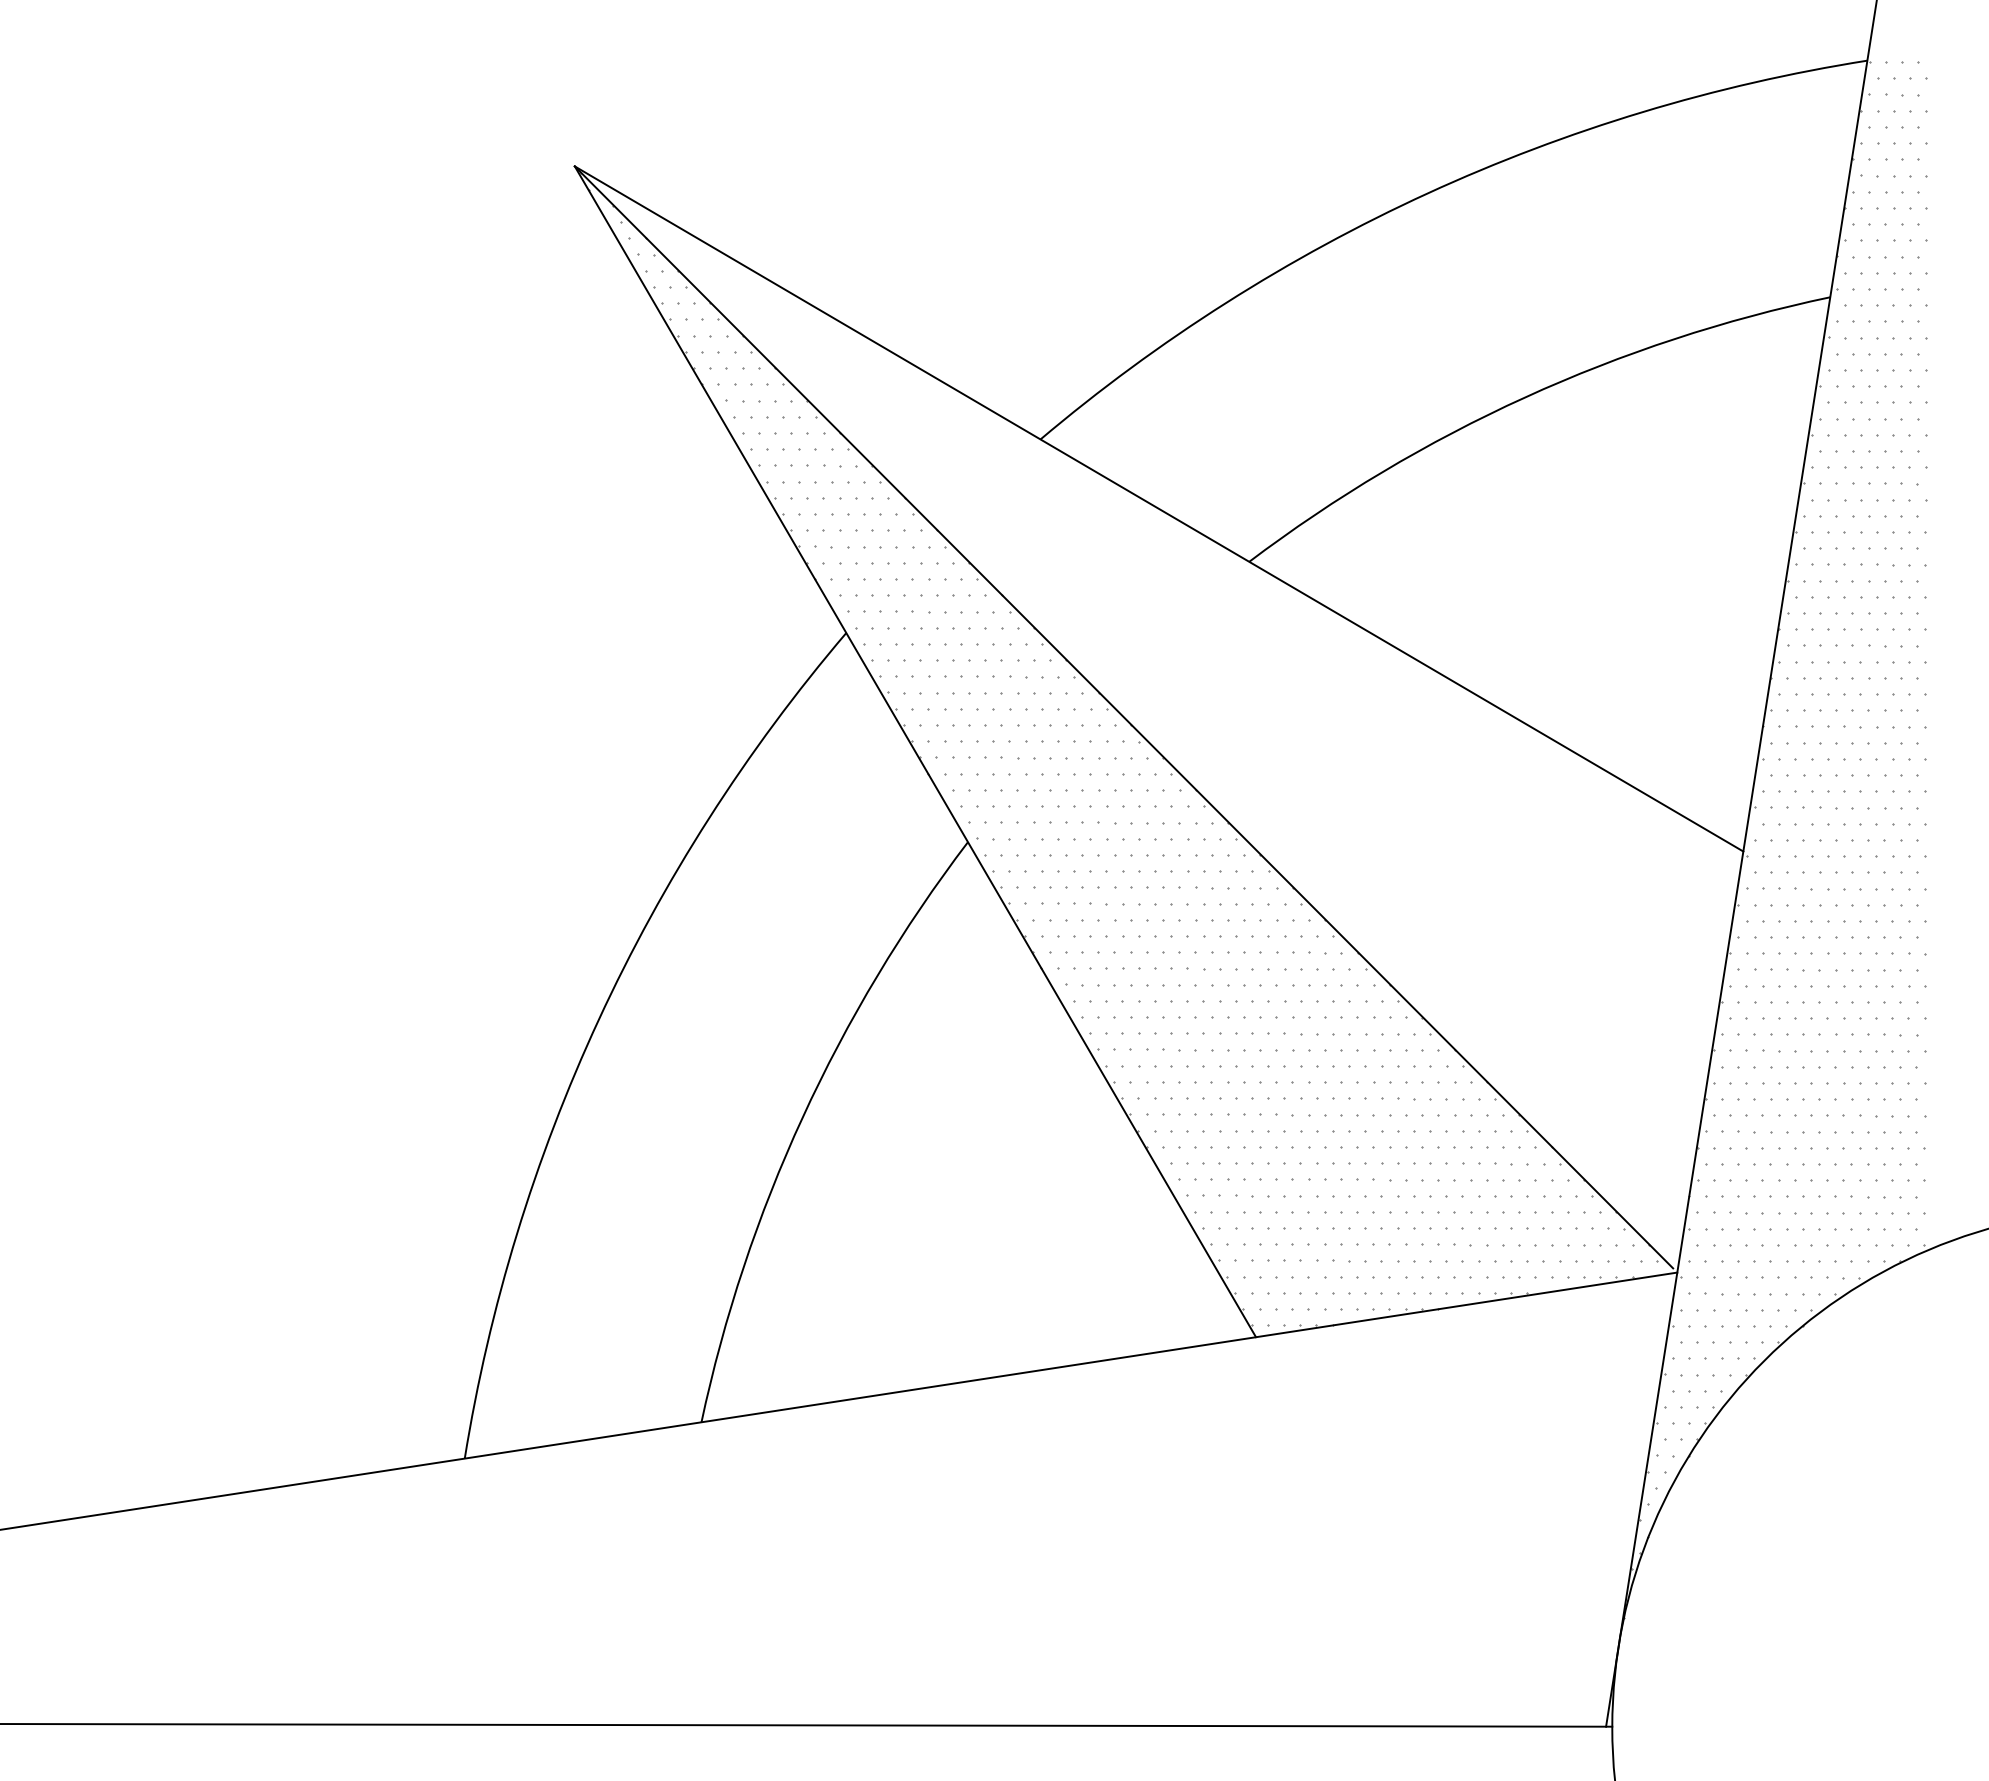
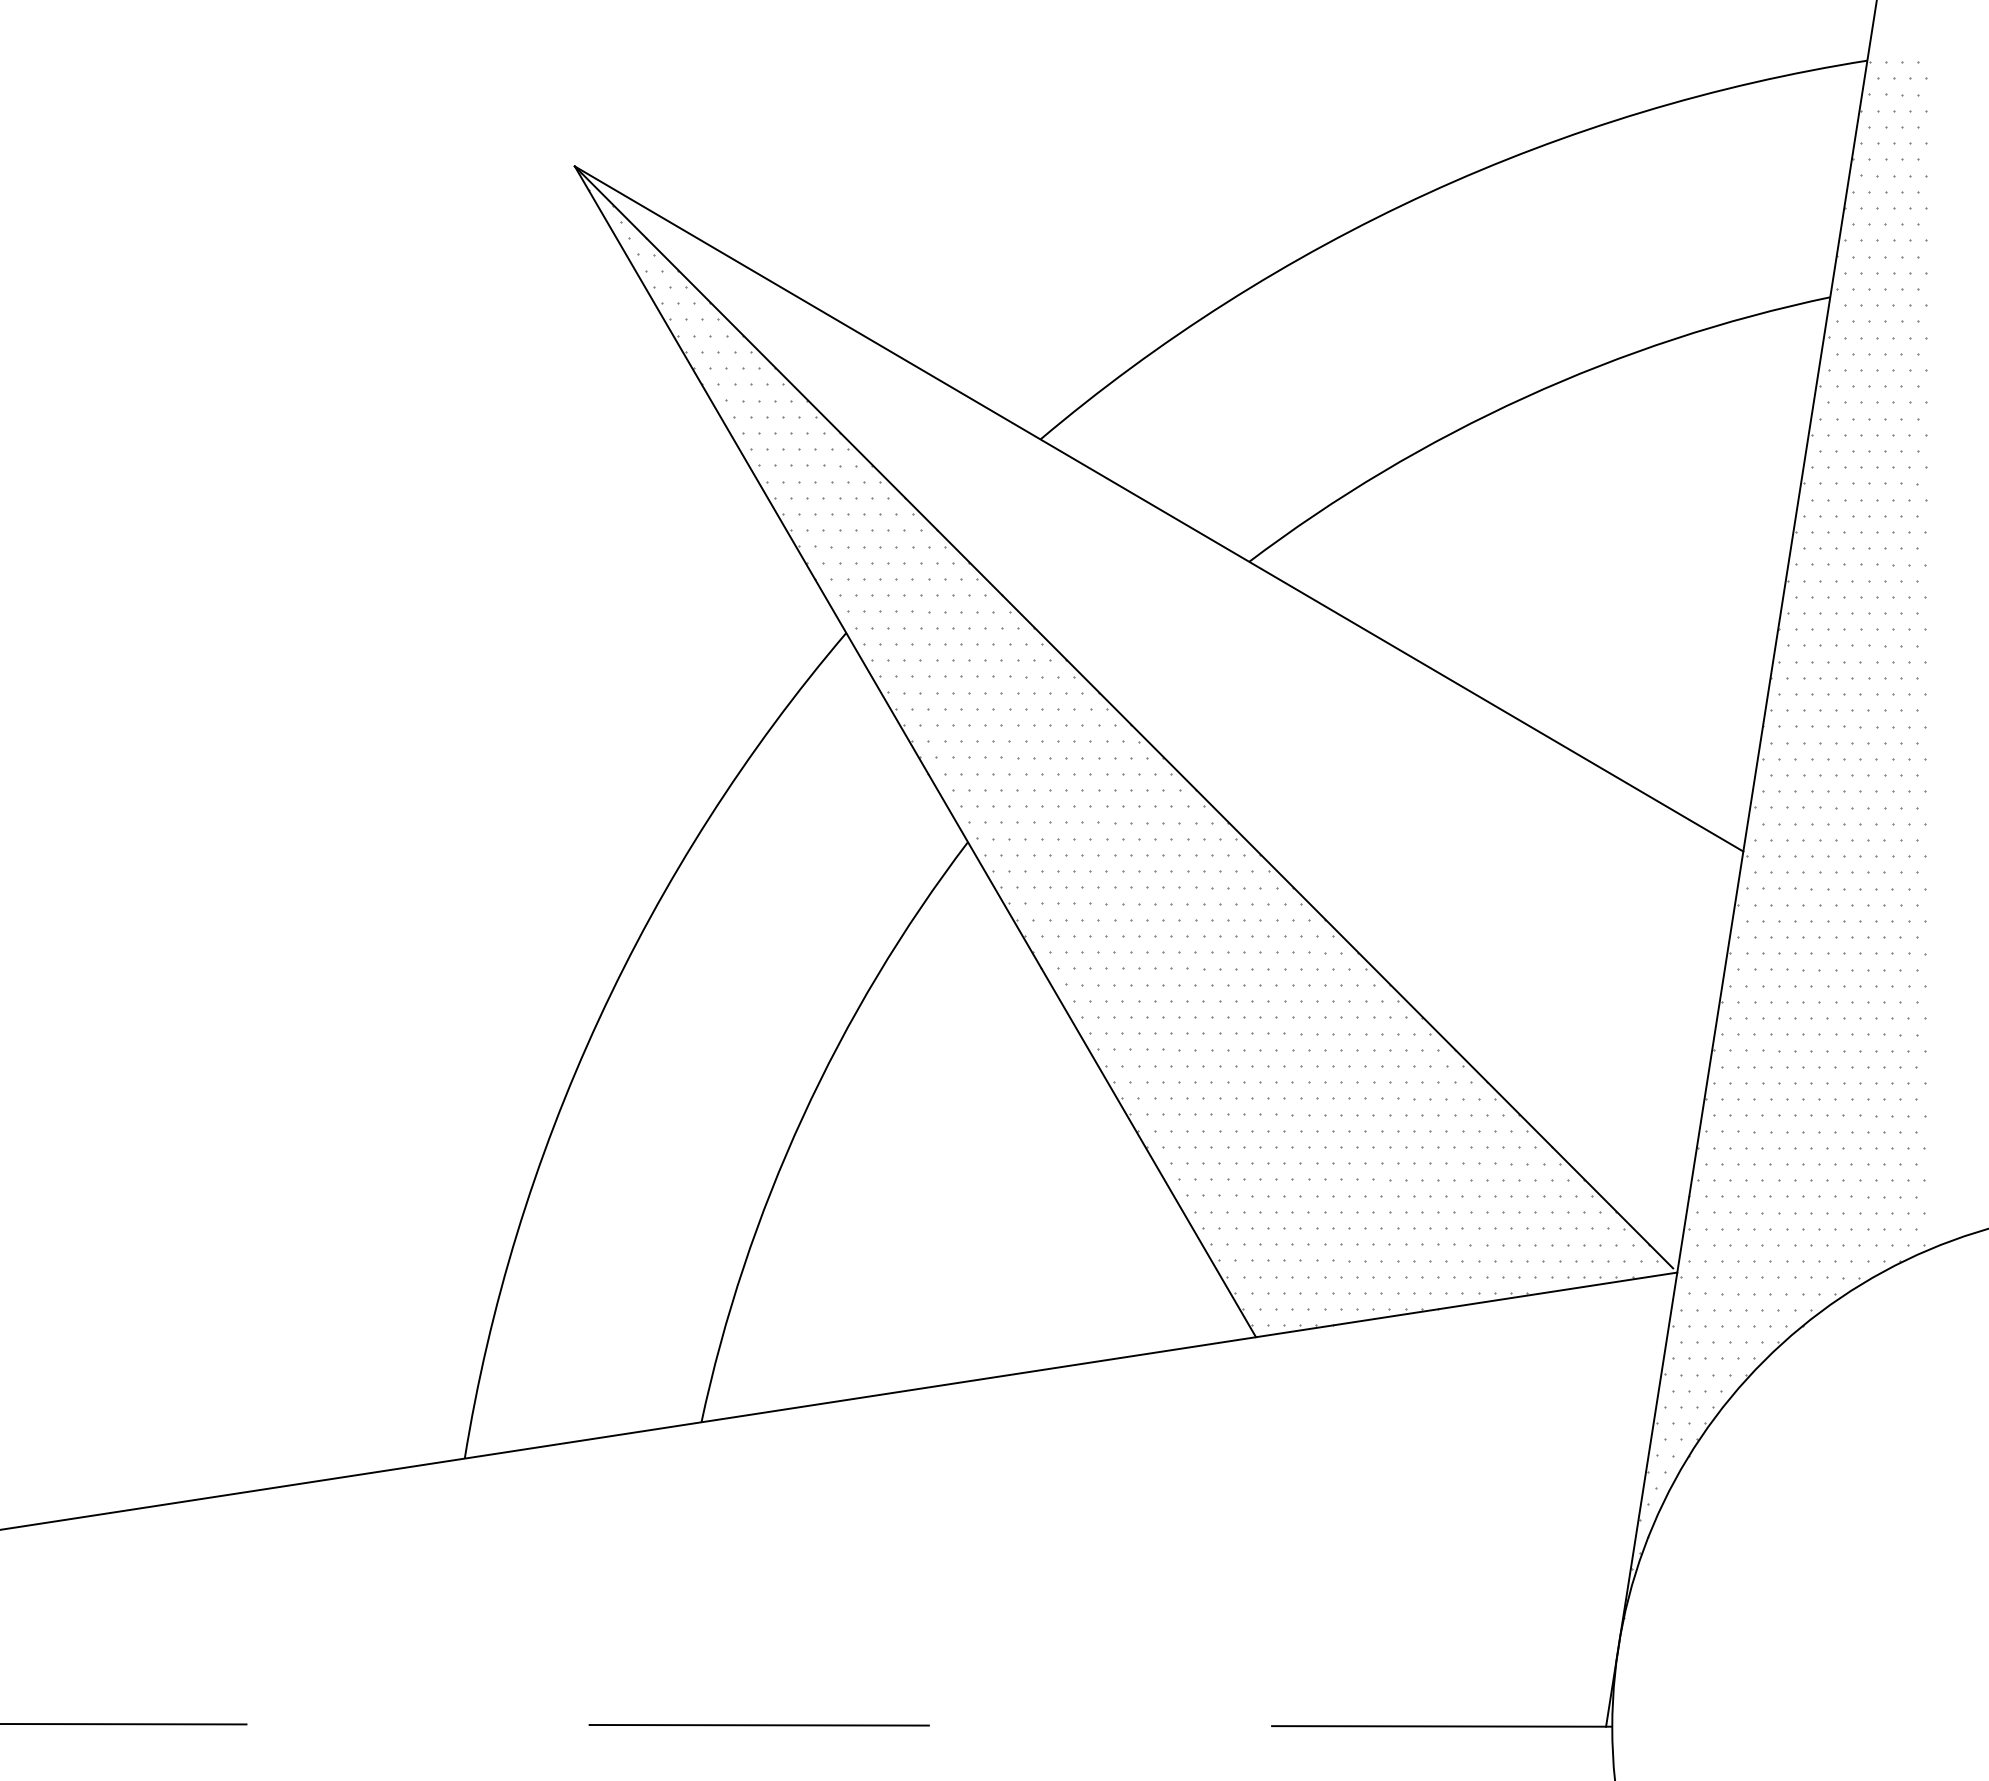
line at (806, 1725): solid -> dashed
